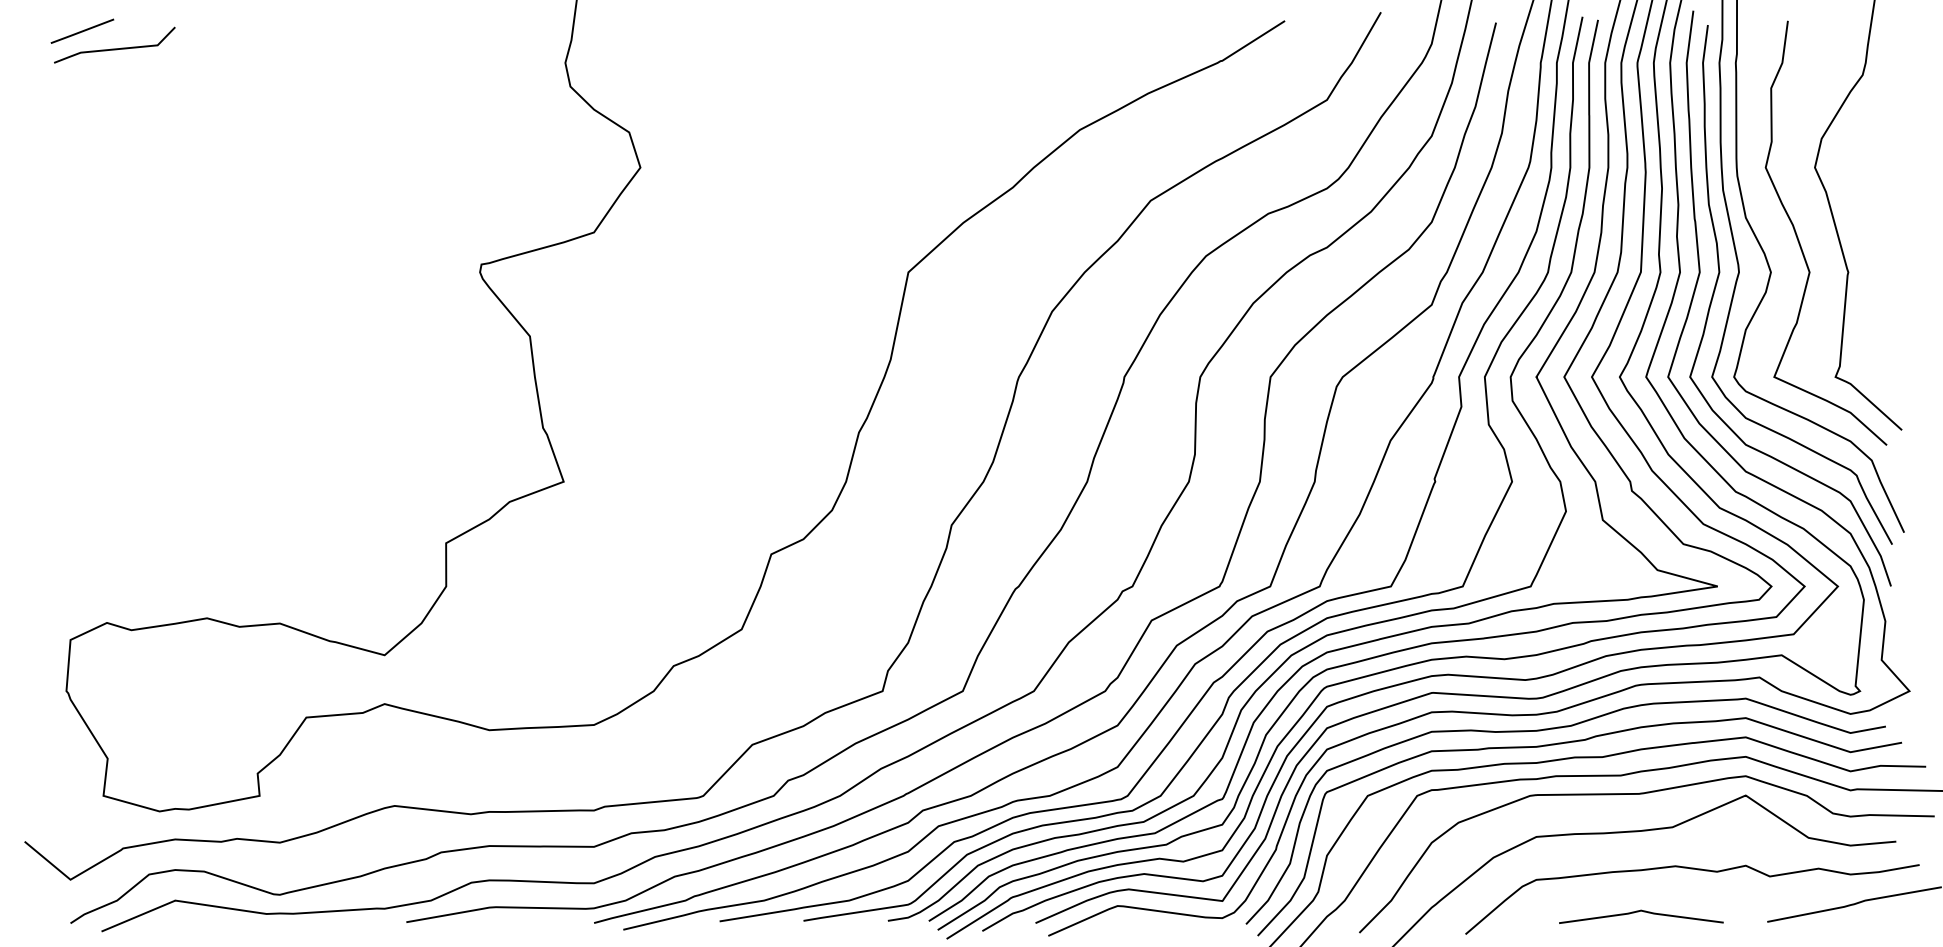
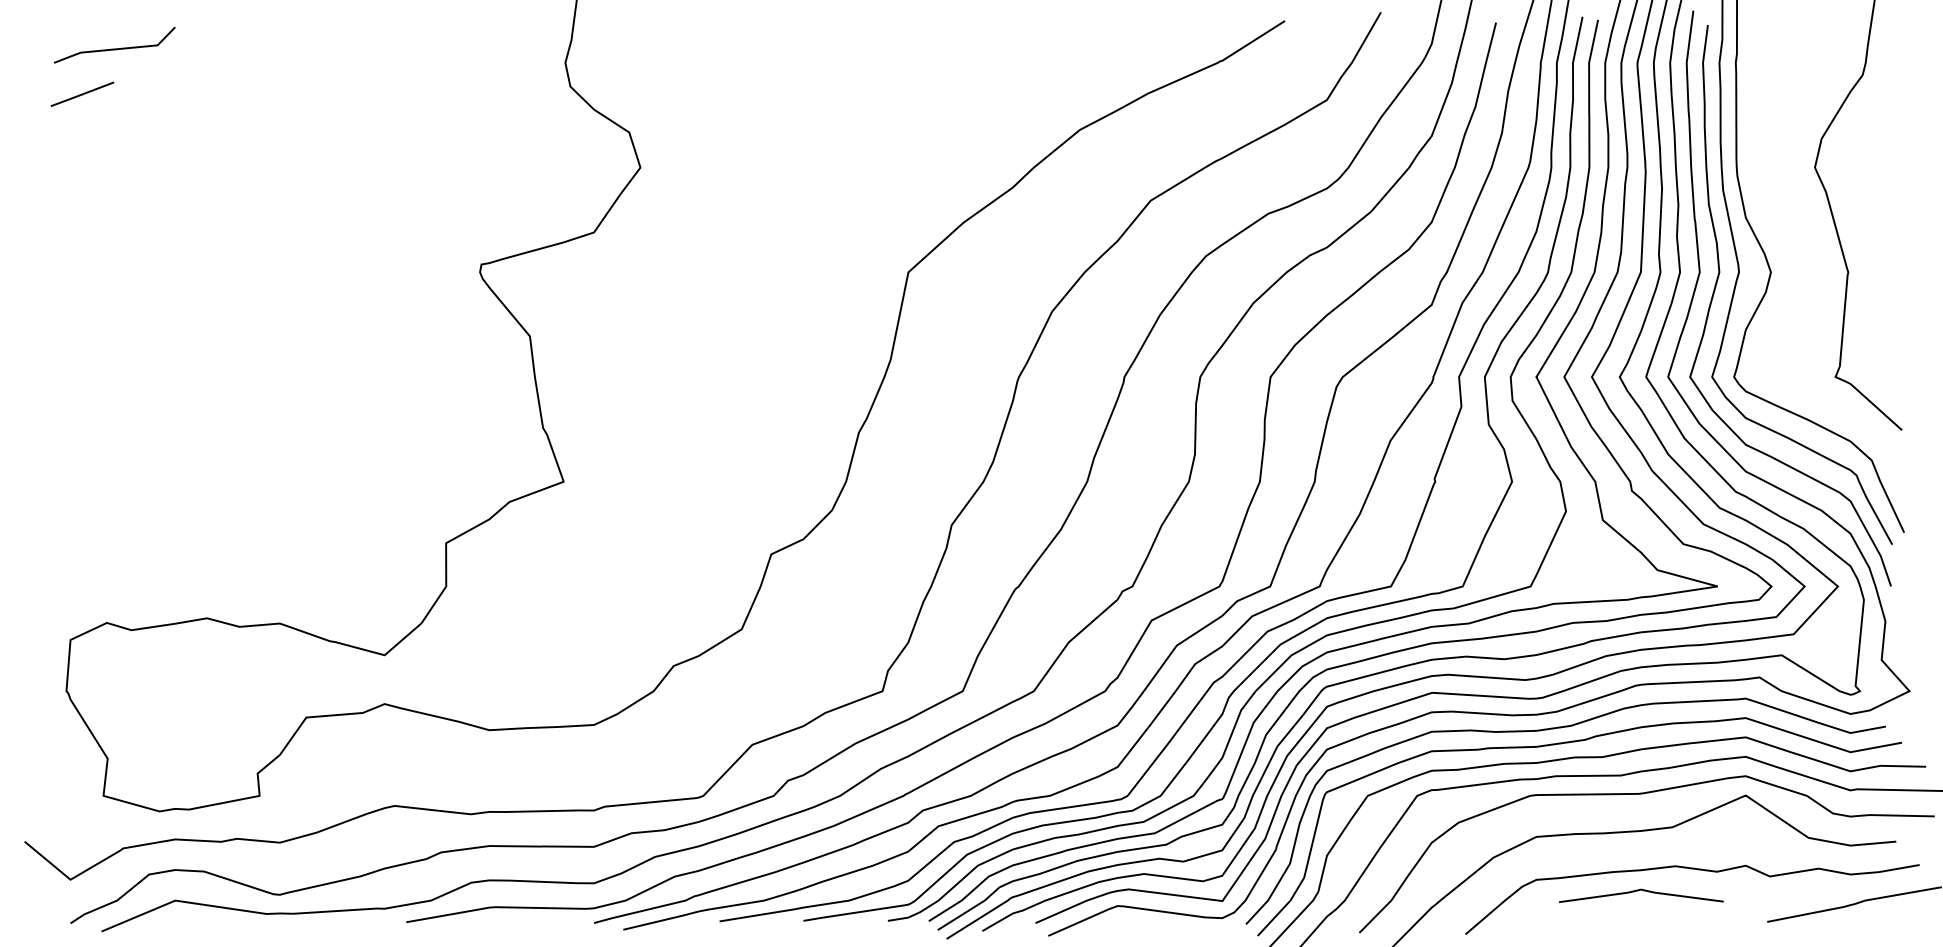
line at (82, 30) position: (82, 30) -> (82, 93)
curve at (1799, 240): present -> none
line at (1643, 912) position: (1643, 912) -> (1643, 891)
